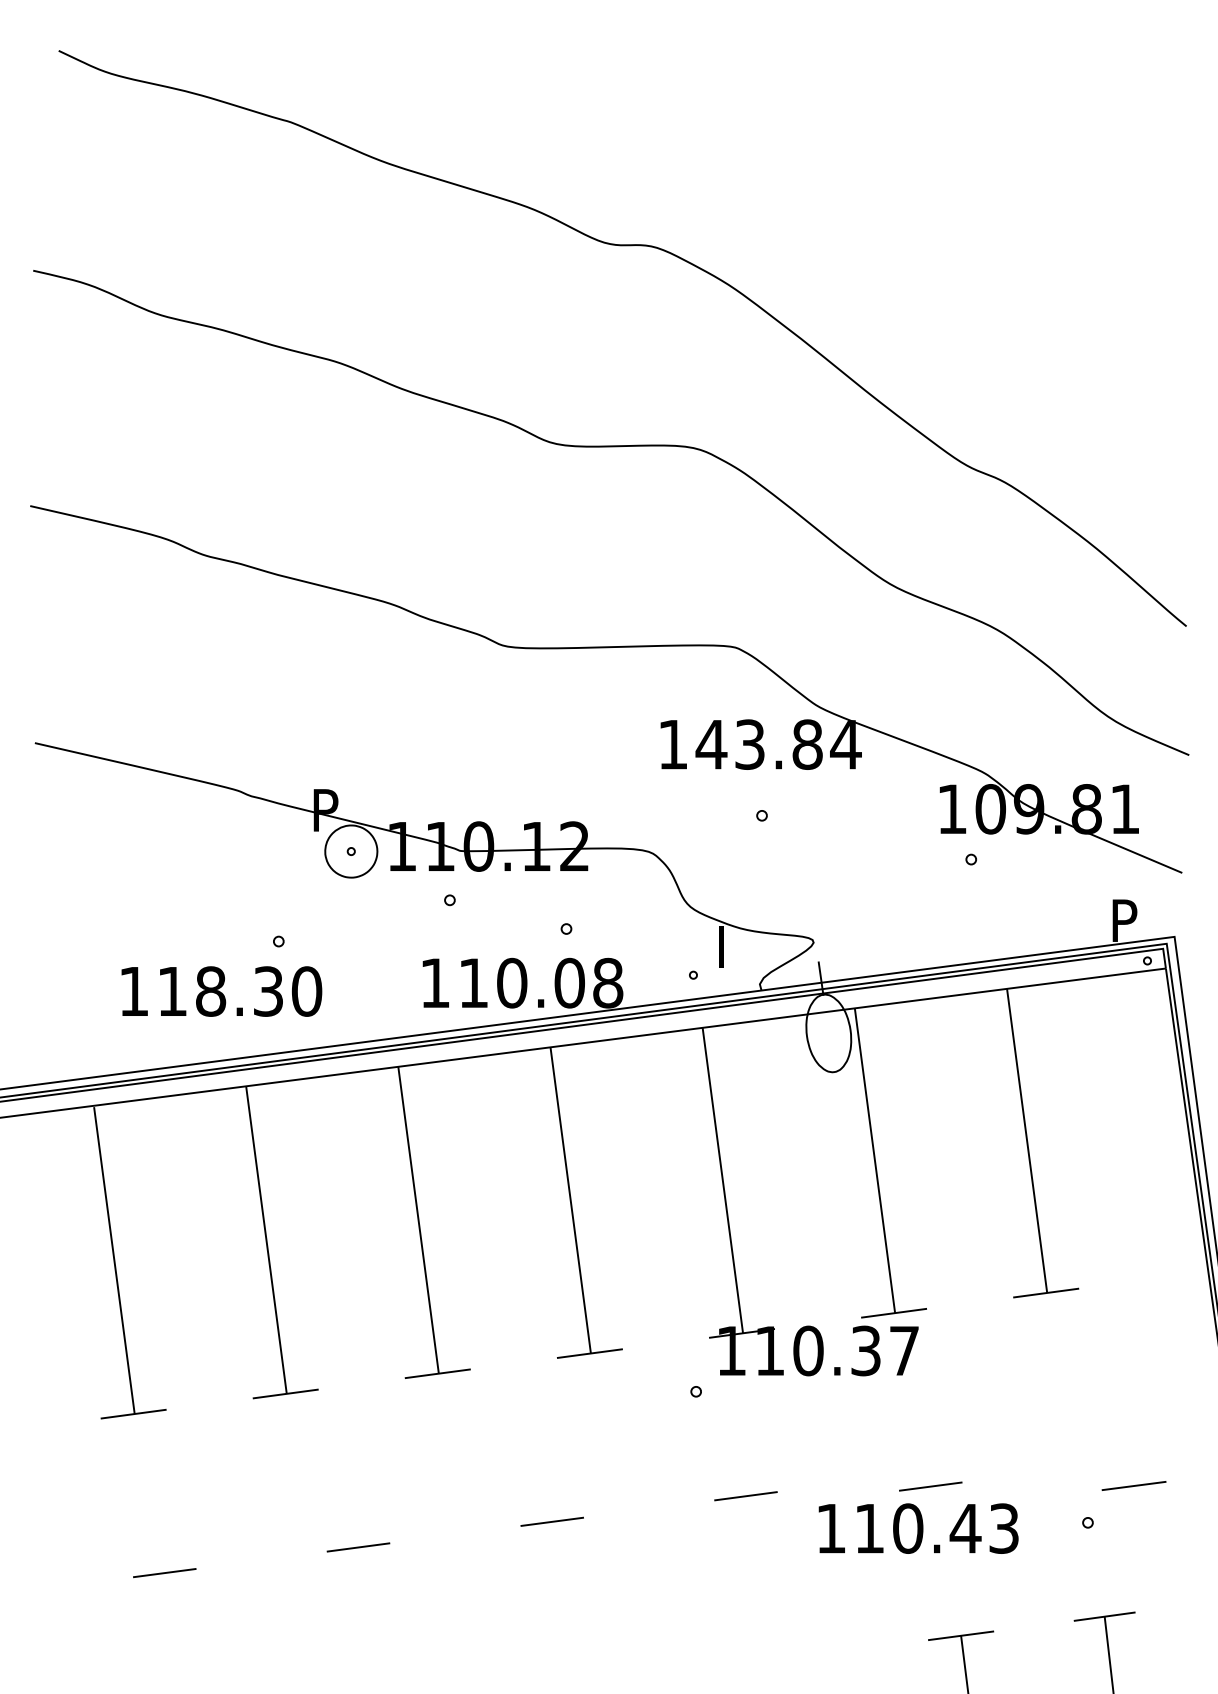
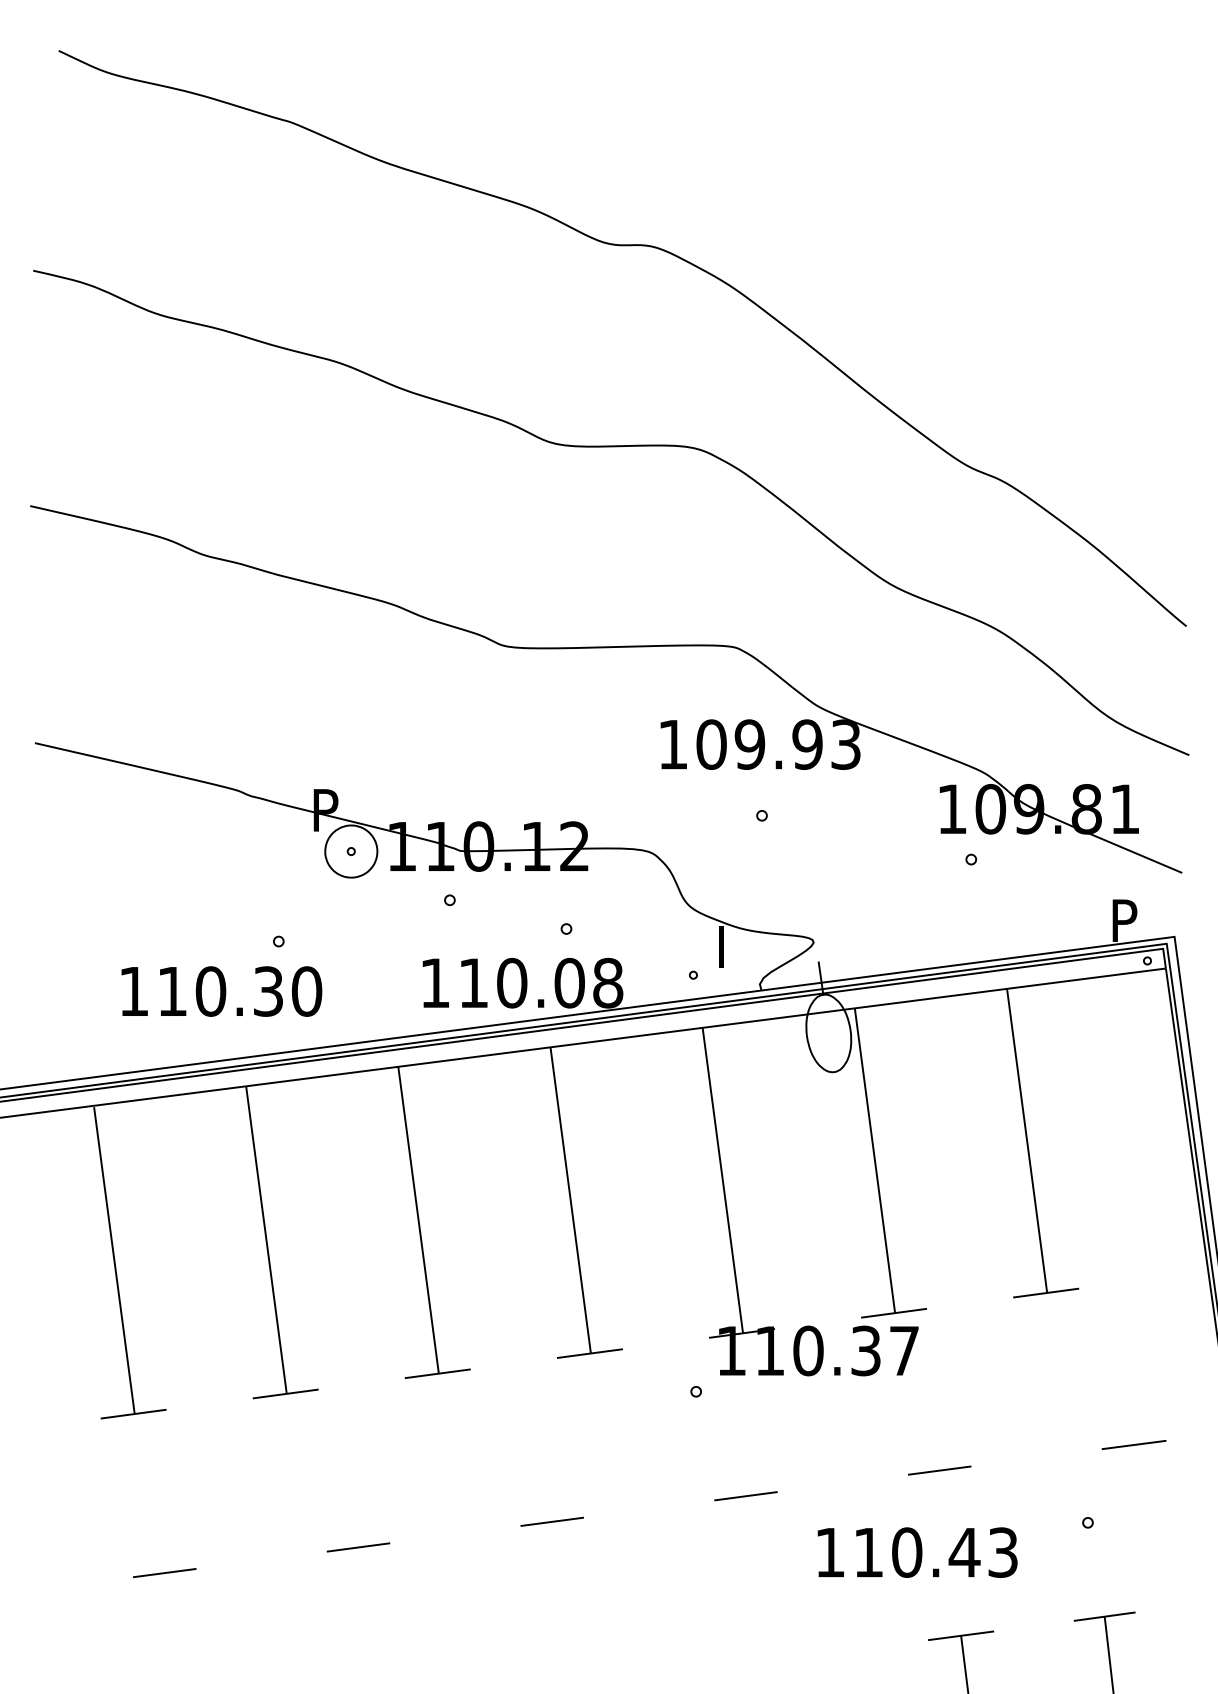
text at (778, 744): 143.84 -> 109.93
text at (210, 991): 118.30 -> 110.30
line at (1133, 1485) position: (1133, 1485) -> (1133, 1444)
line at (930, 1486) position: (930, 1486) -> (939, 1470)
text at (918, 1528) position: (918, 1528) -> (917, 1552)
